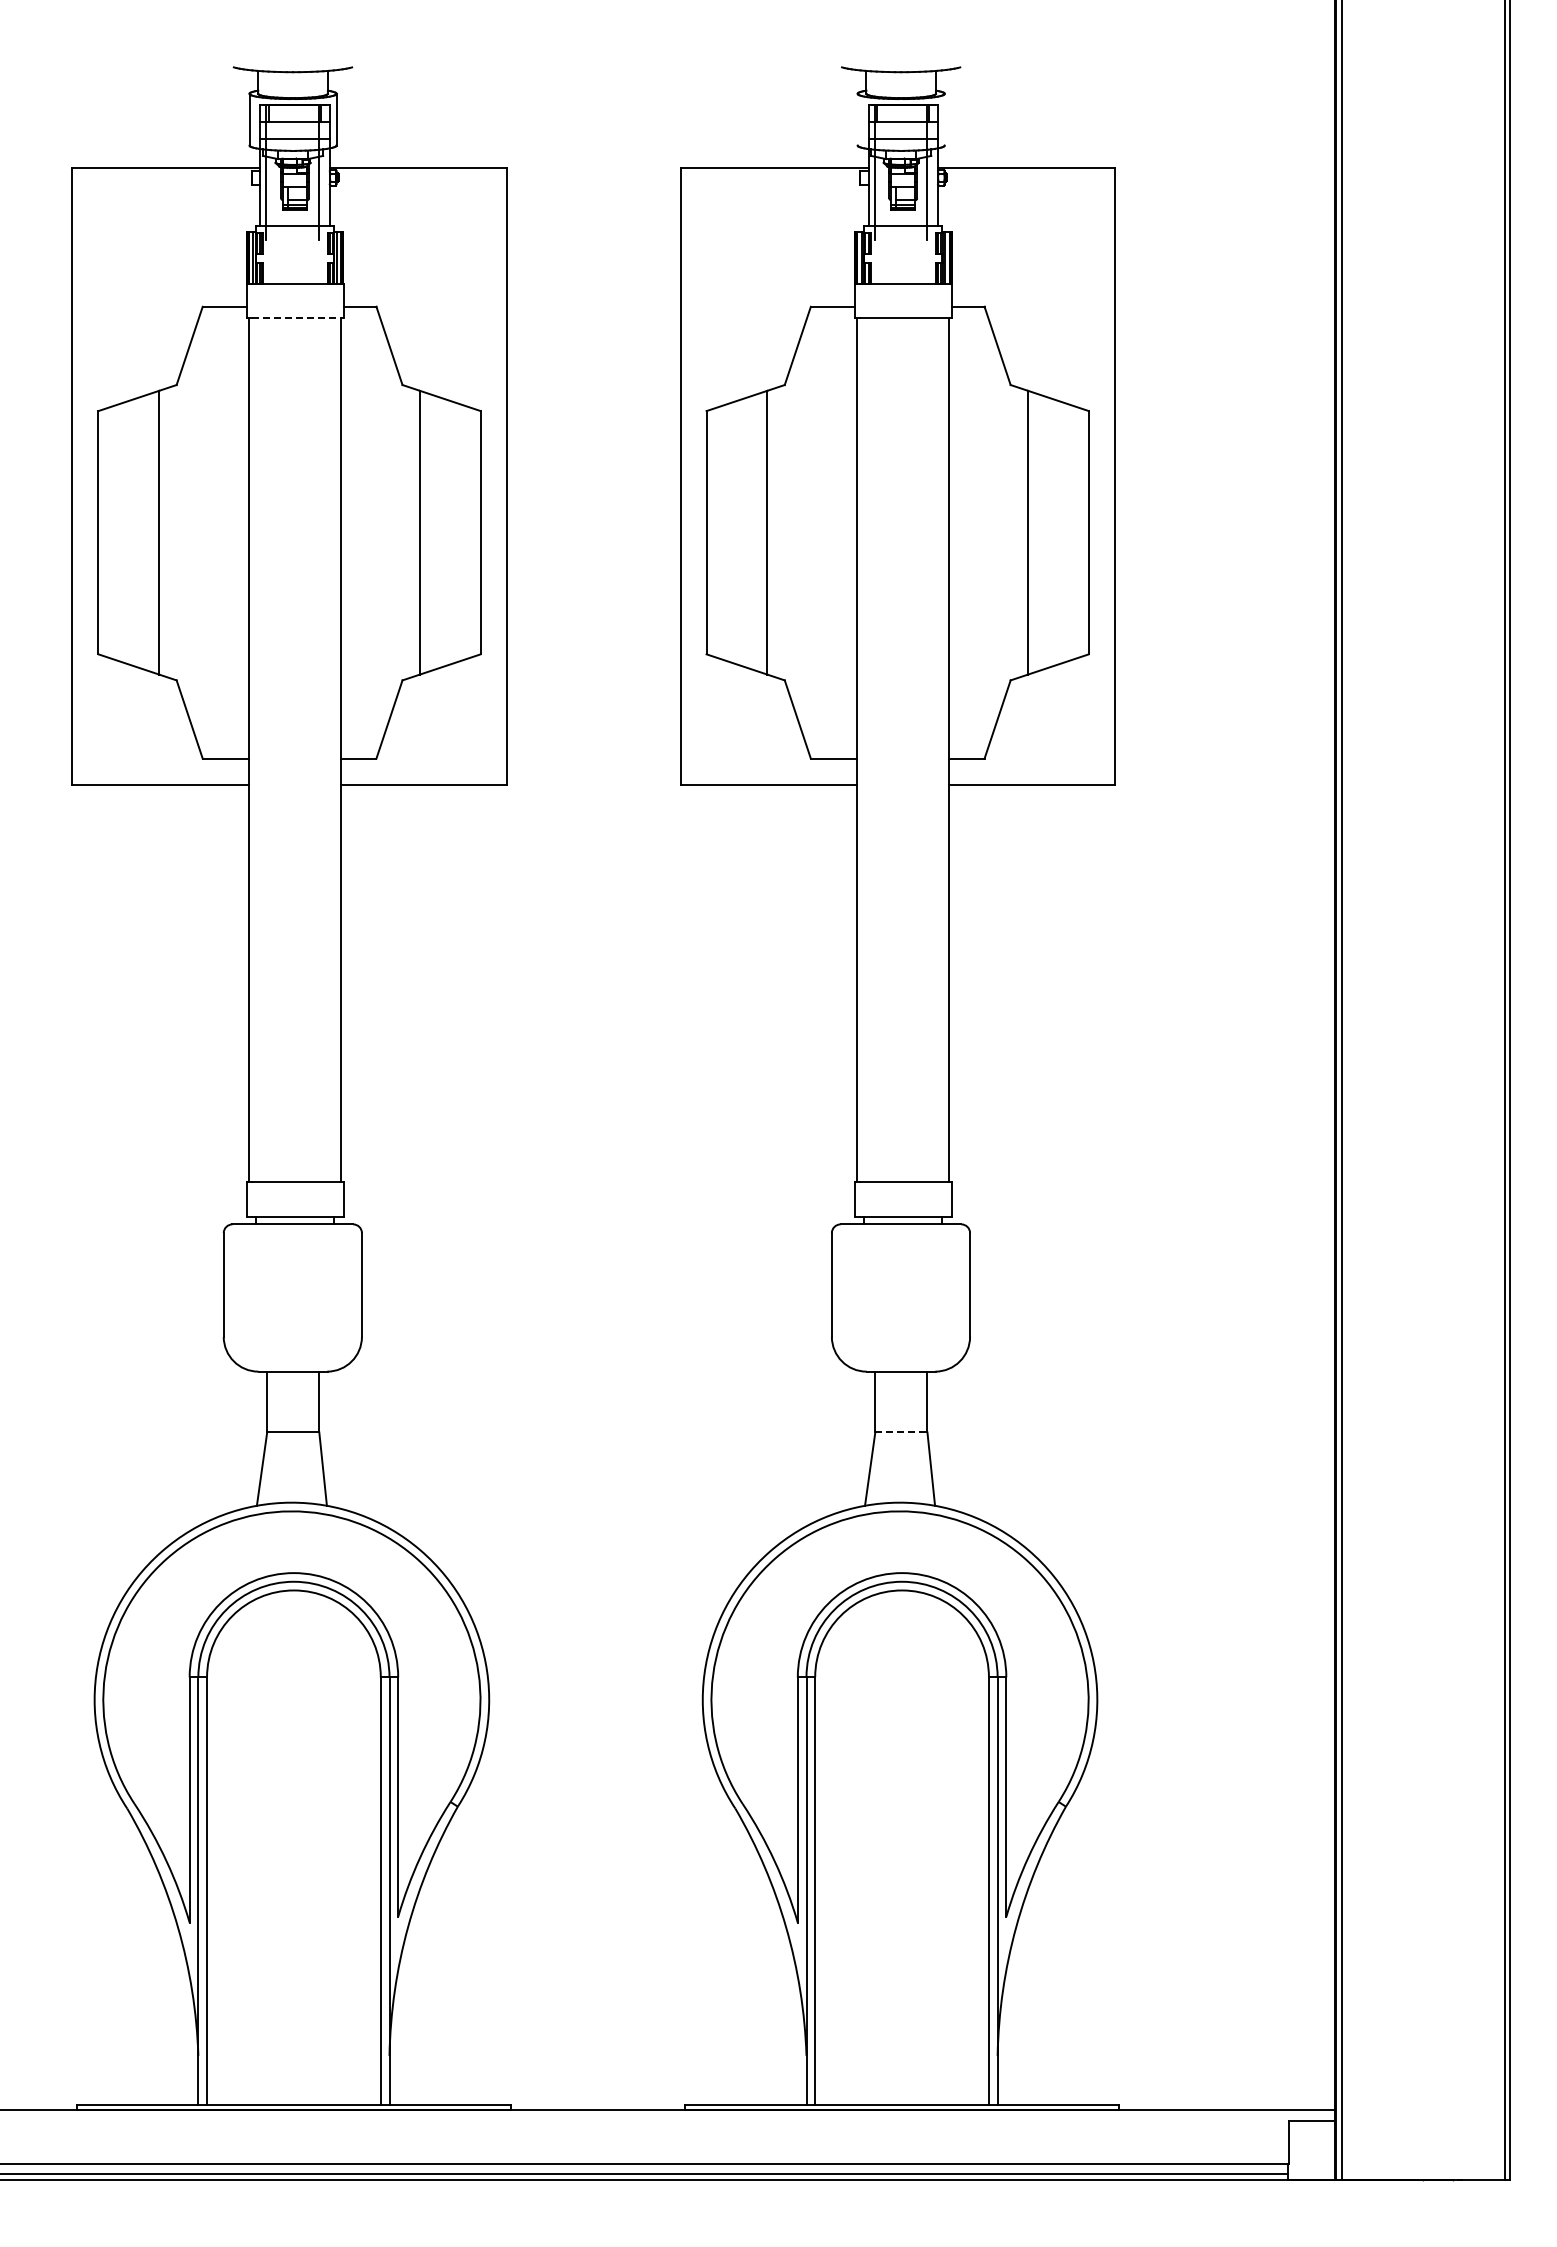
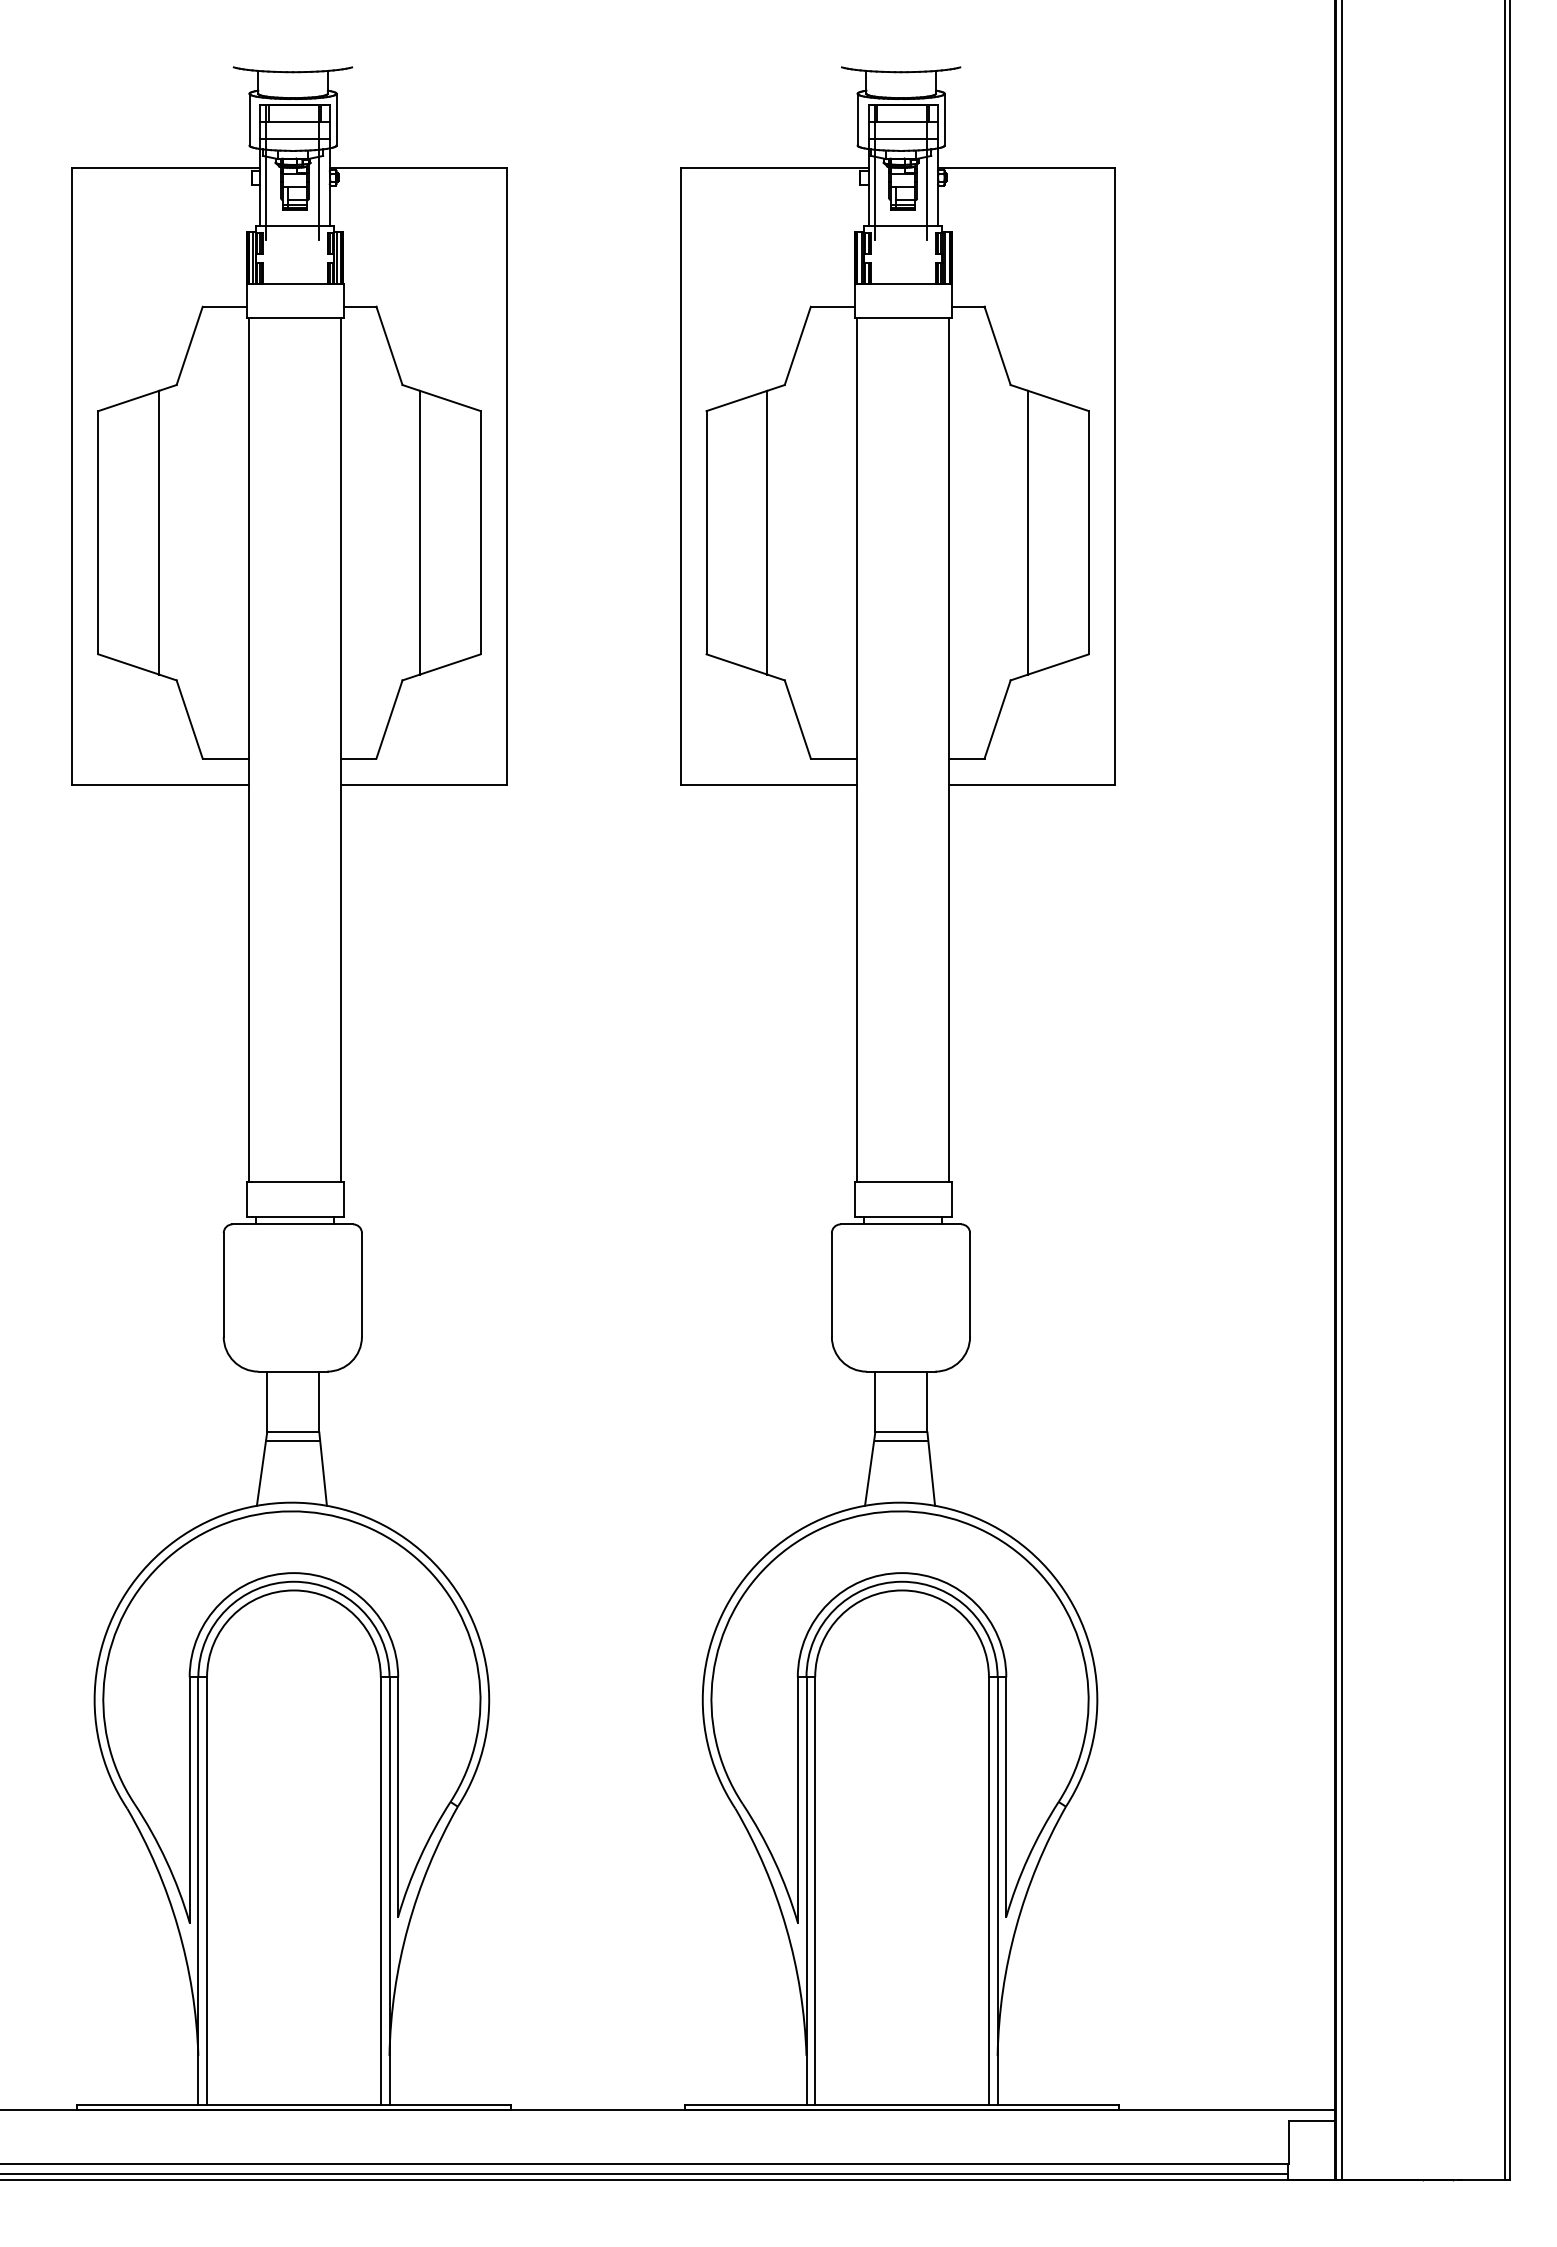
line at (857, 119): none -> present
line at (944, 119): none -> present
line at (298, 318): dashed -> solid
line at (901, 1432): dashed -> solid
line at (293, 1441): none -> present
line at (901, 1441): none -> present
